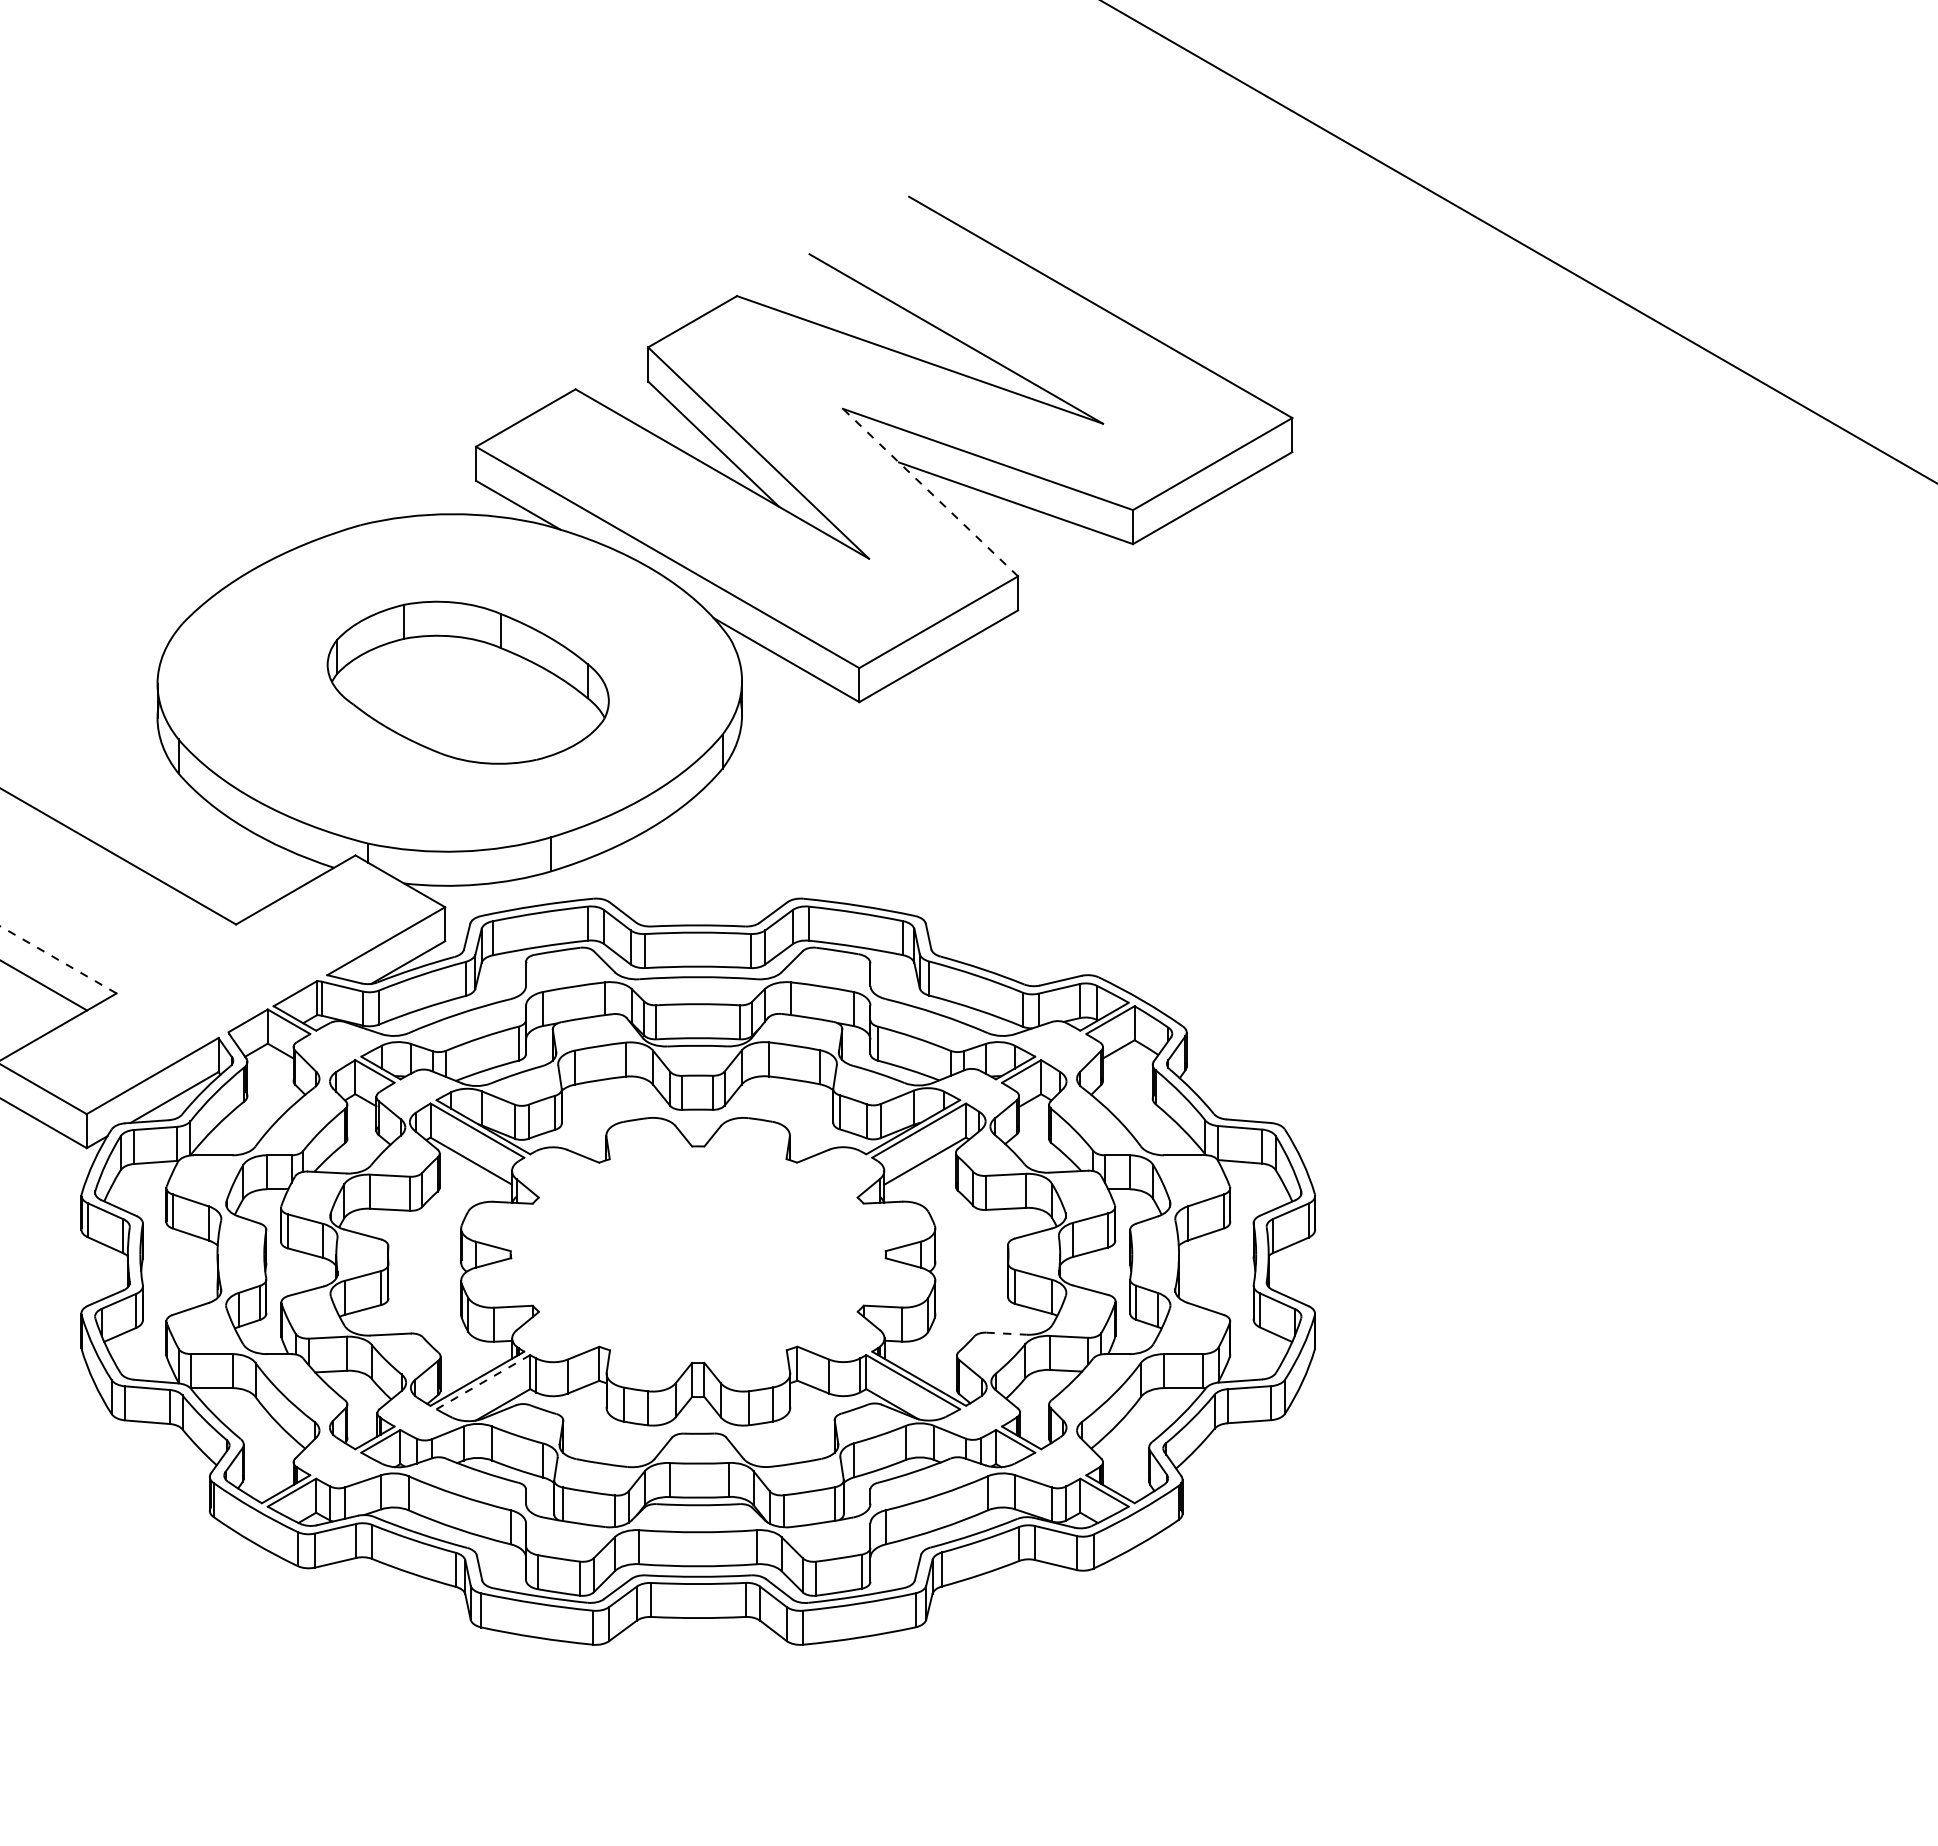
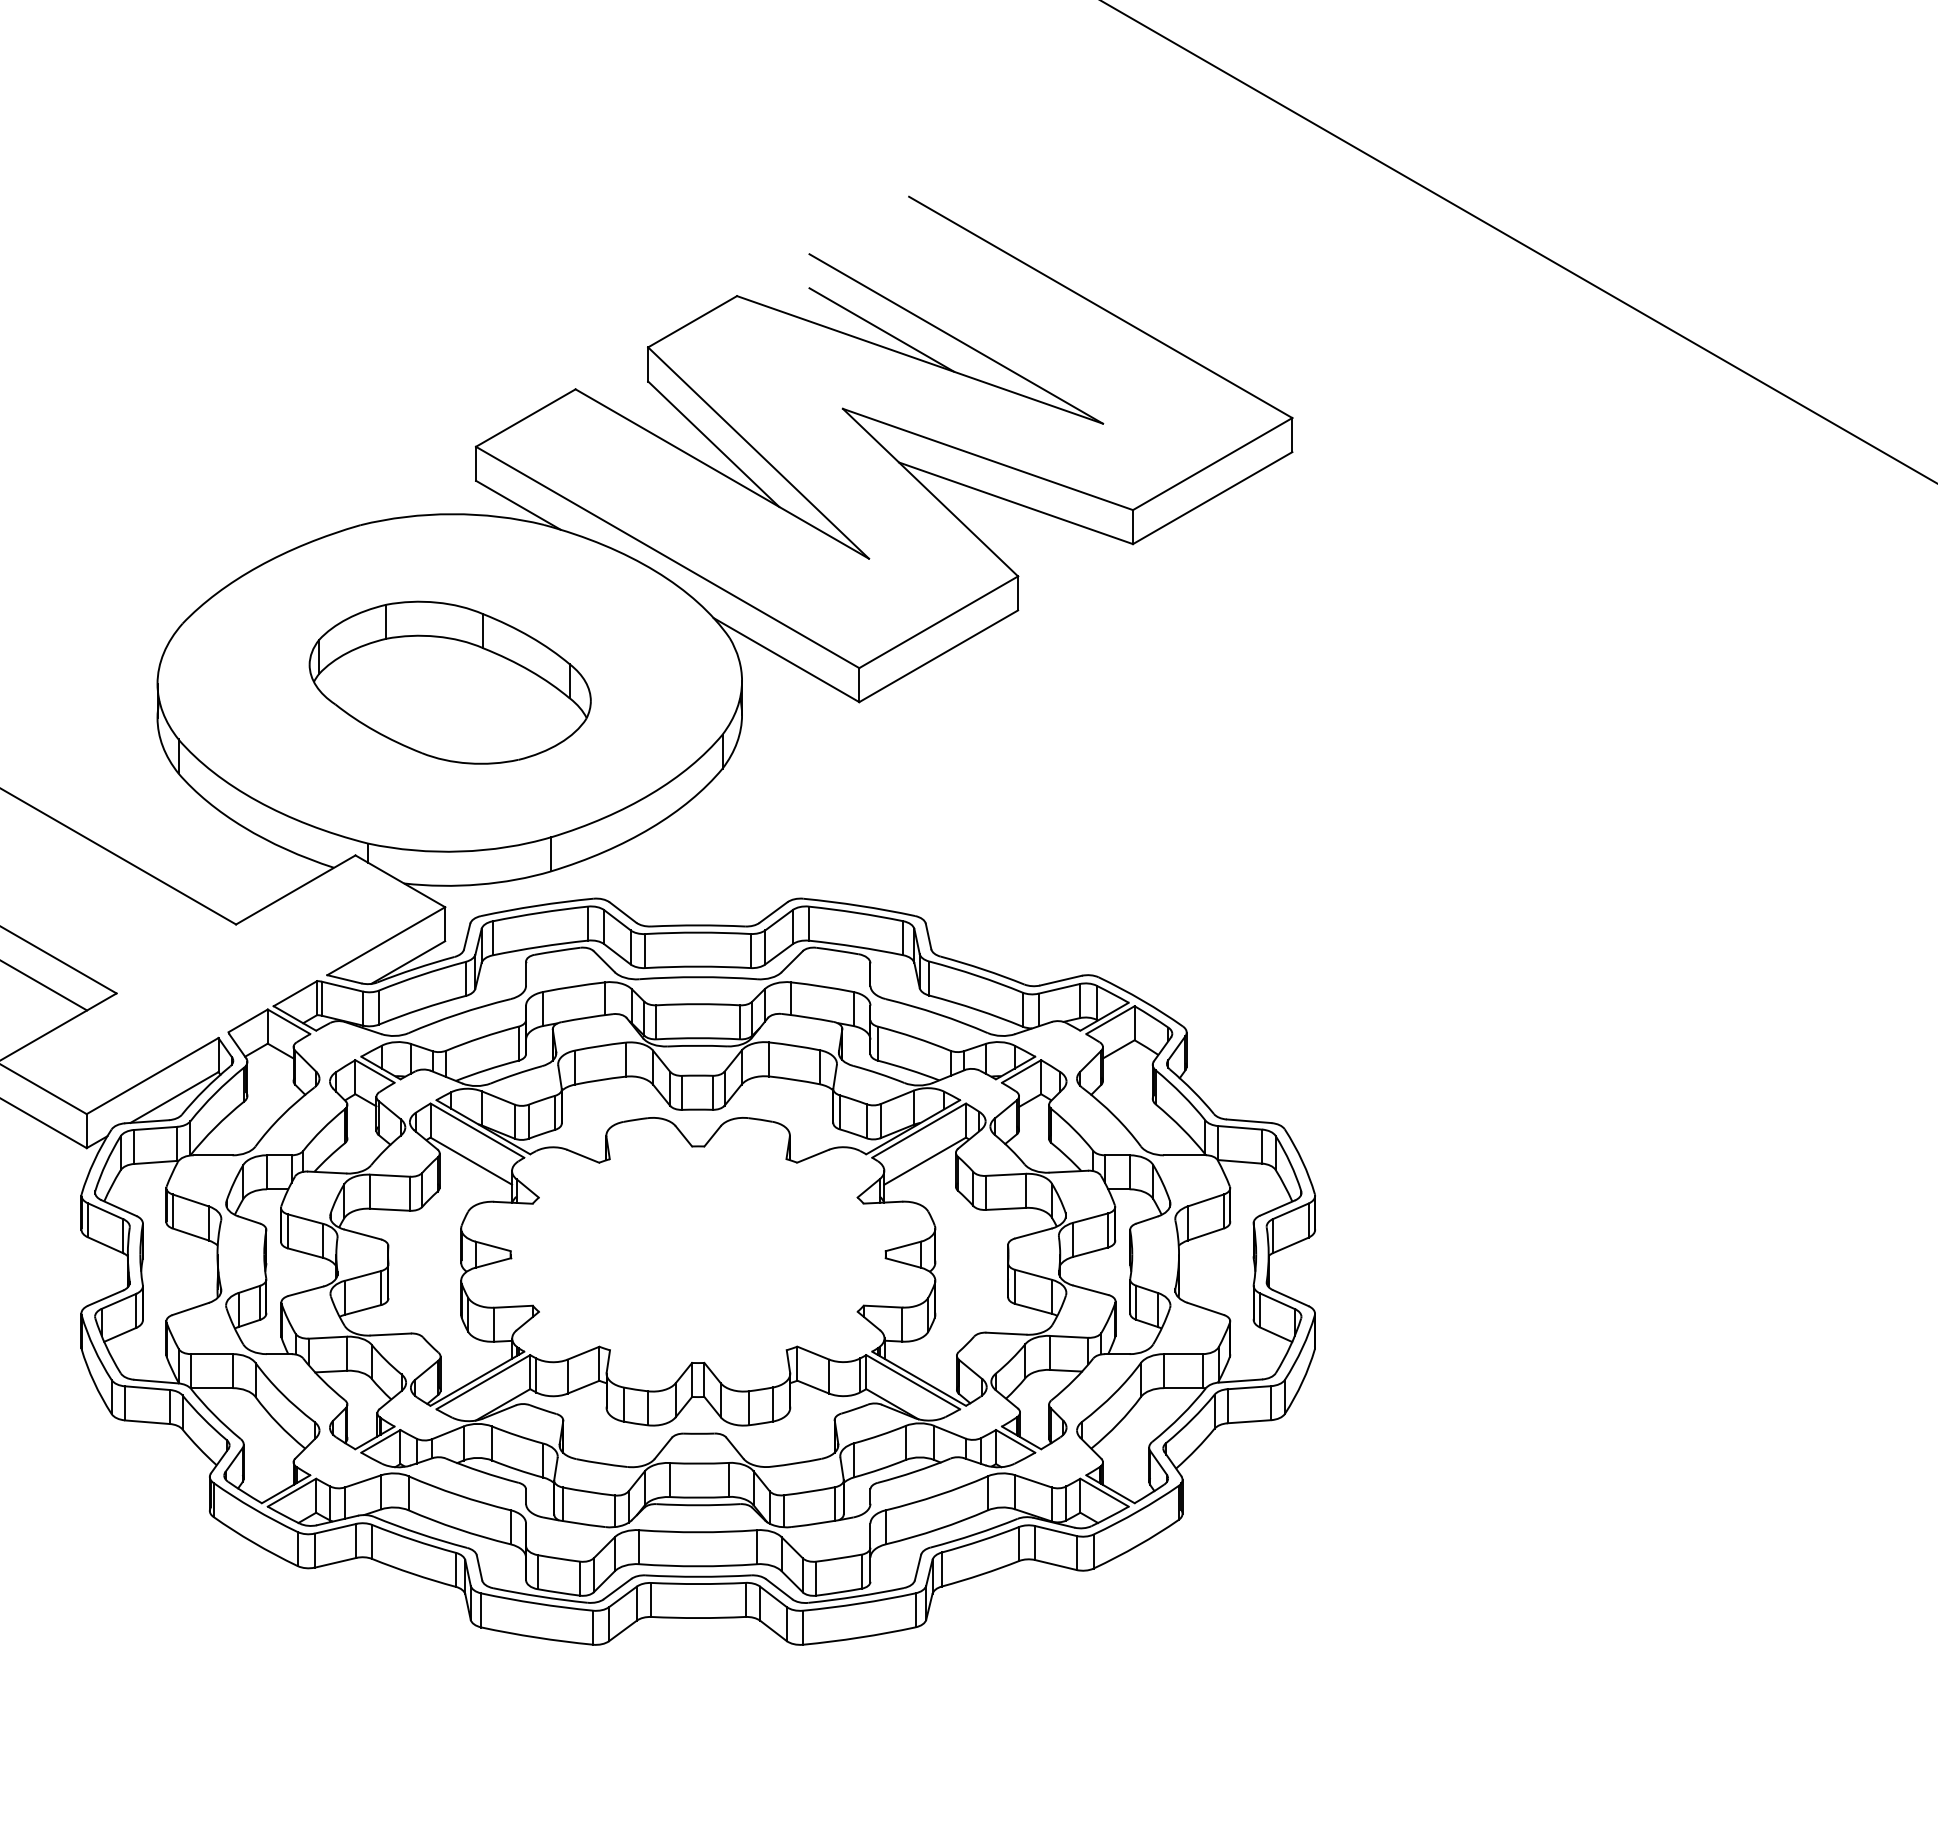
line at (881, 329): none -> present
line at (930, 492): dashed -> solid
part at (467, 682) position: (467, 682) -> (449, 682)
line at (58, 960): dashed -> solid
line at (1006, 1333): dashed -> solid
line at (482, 1382): dashed -> solid
